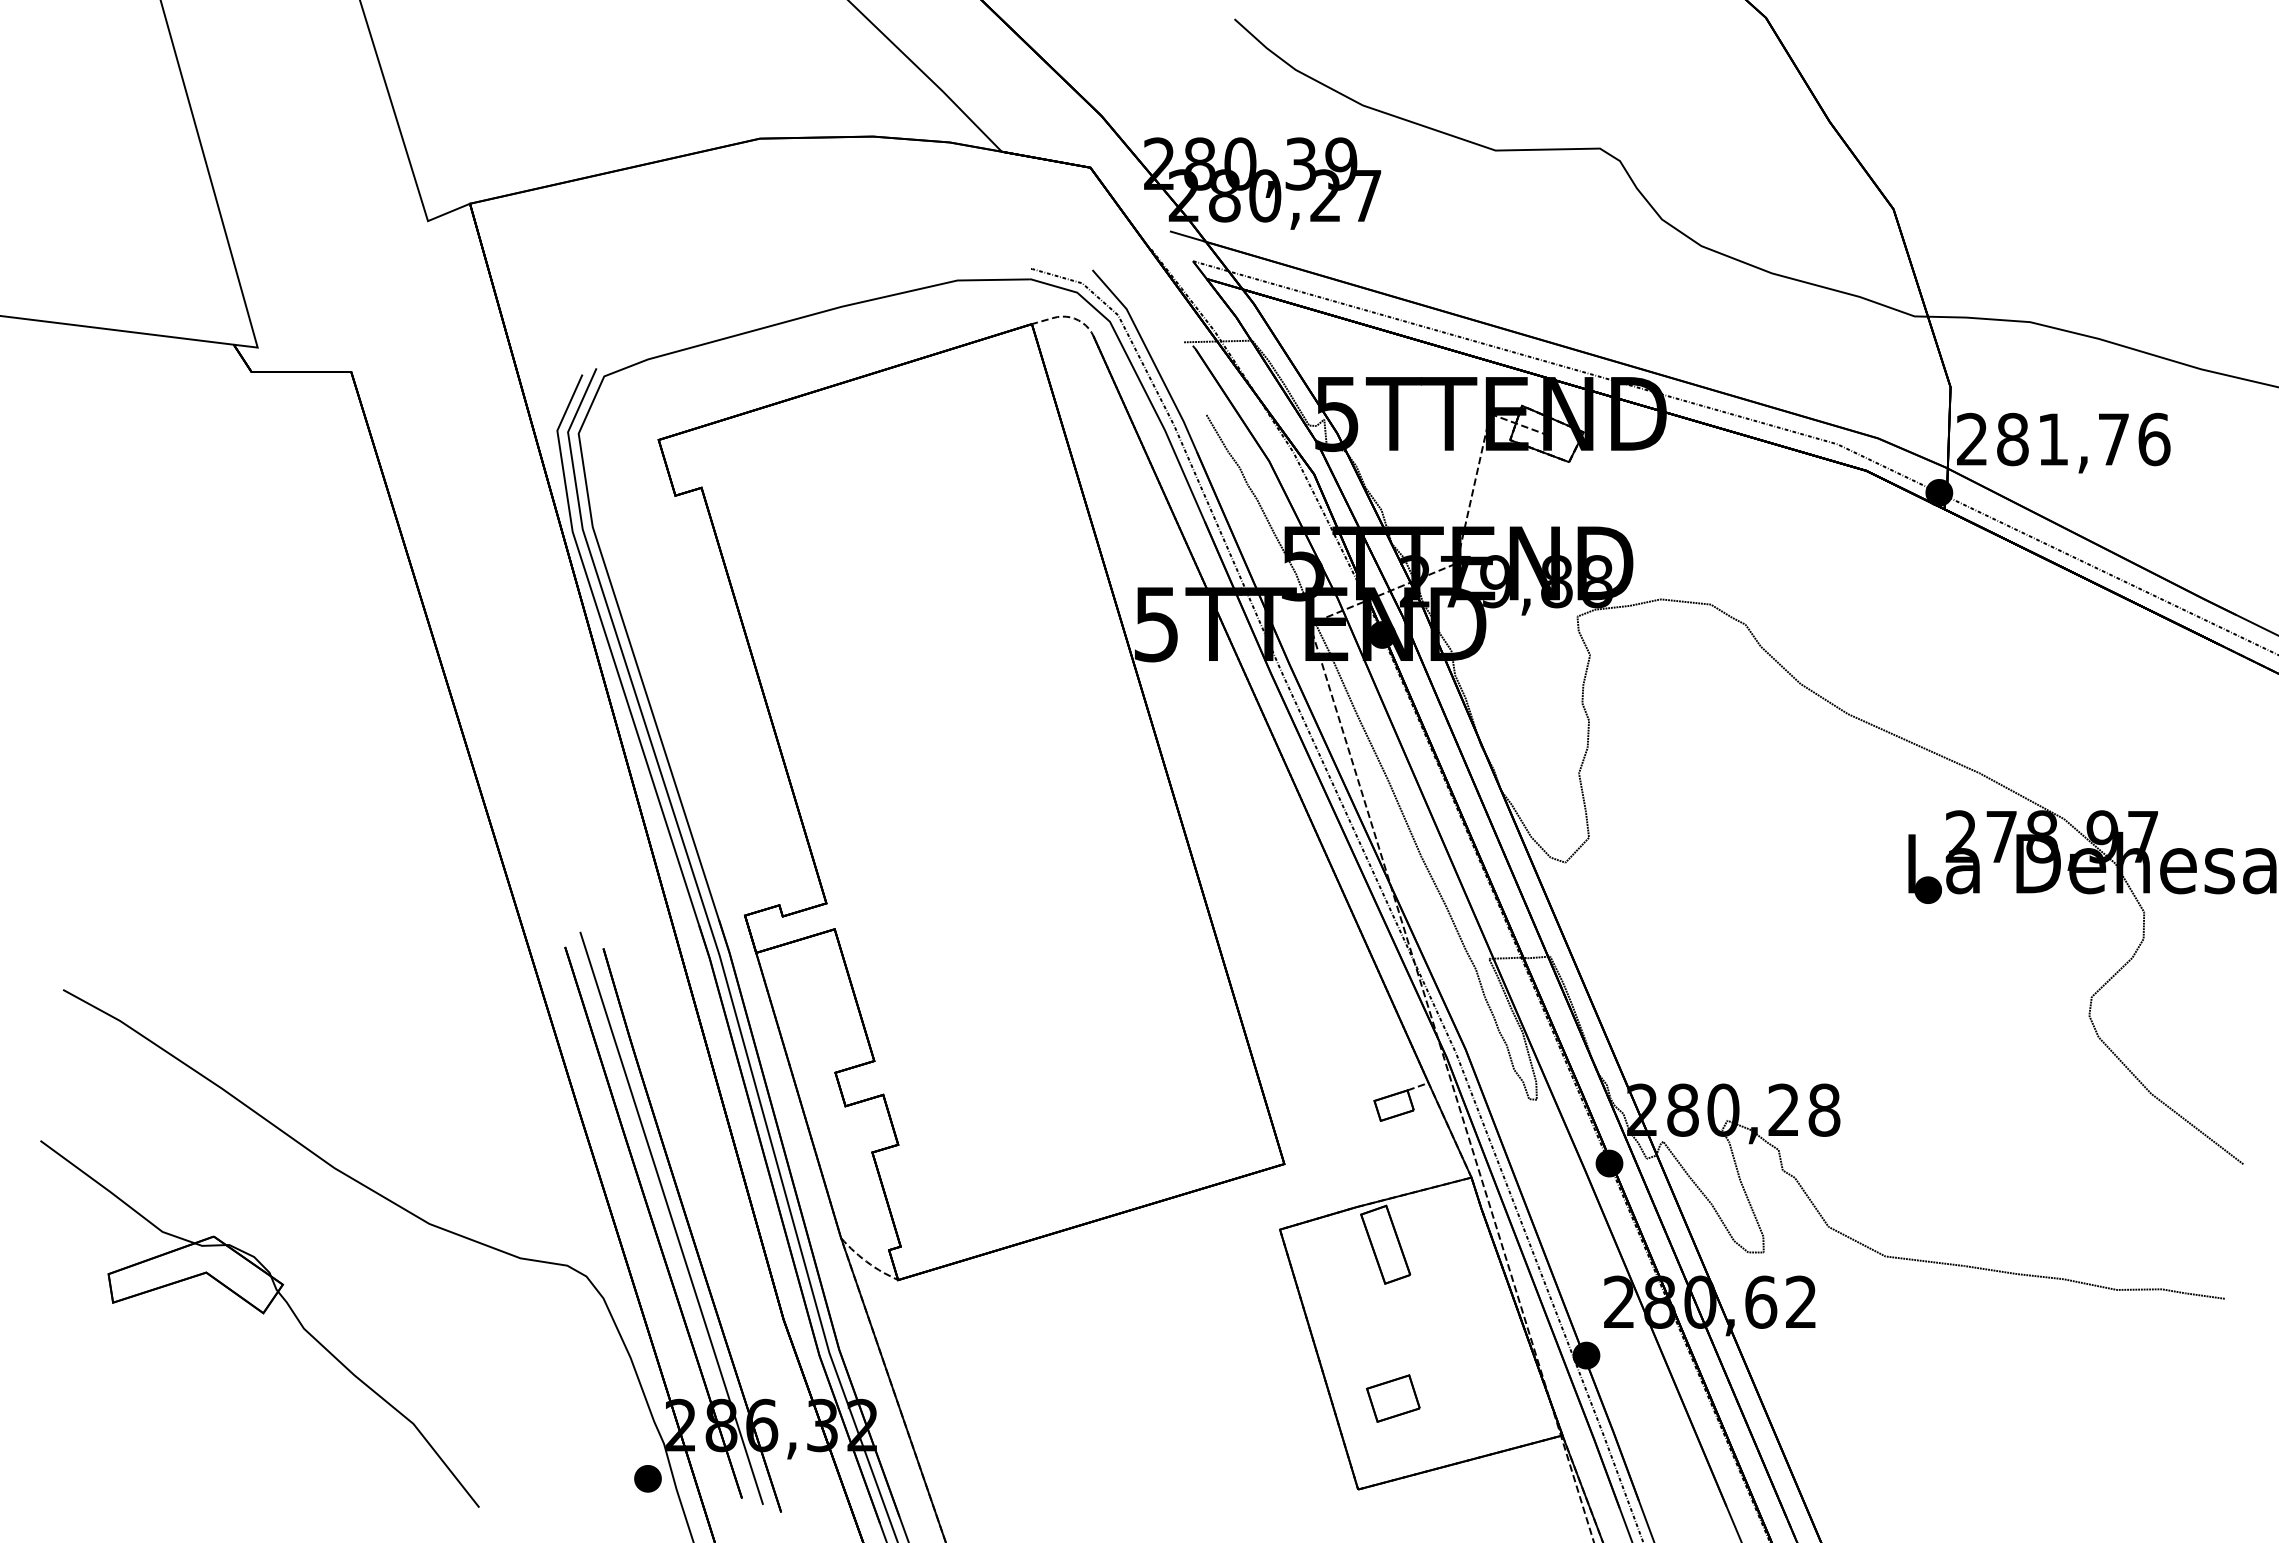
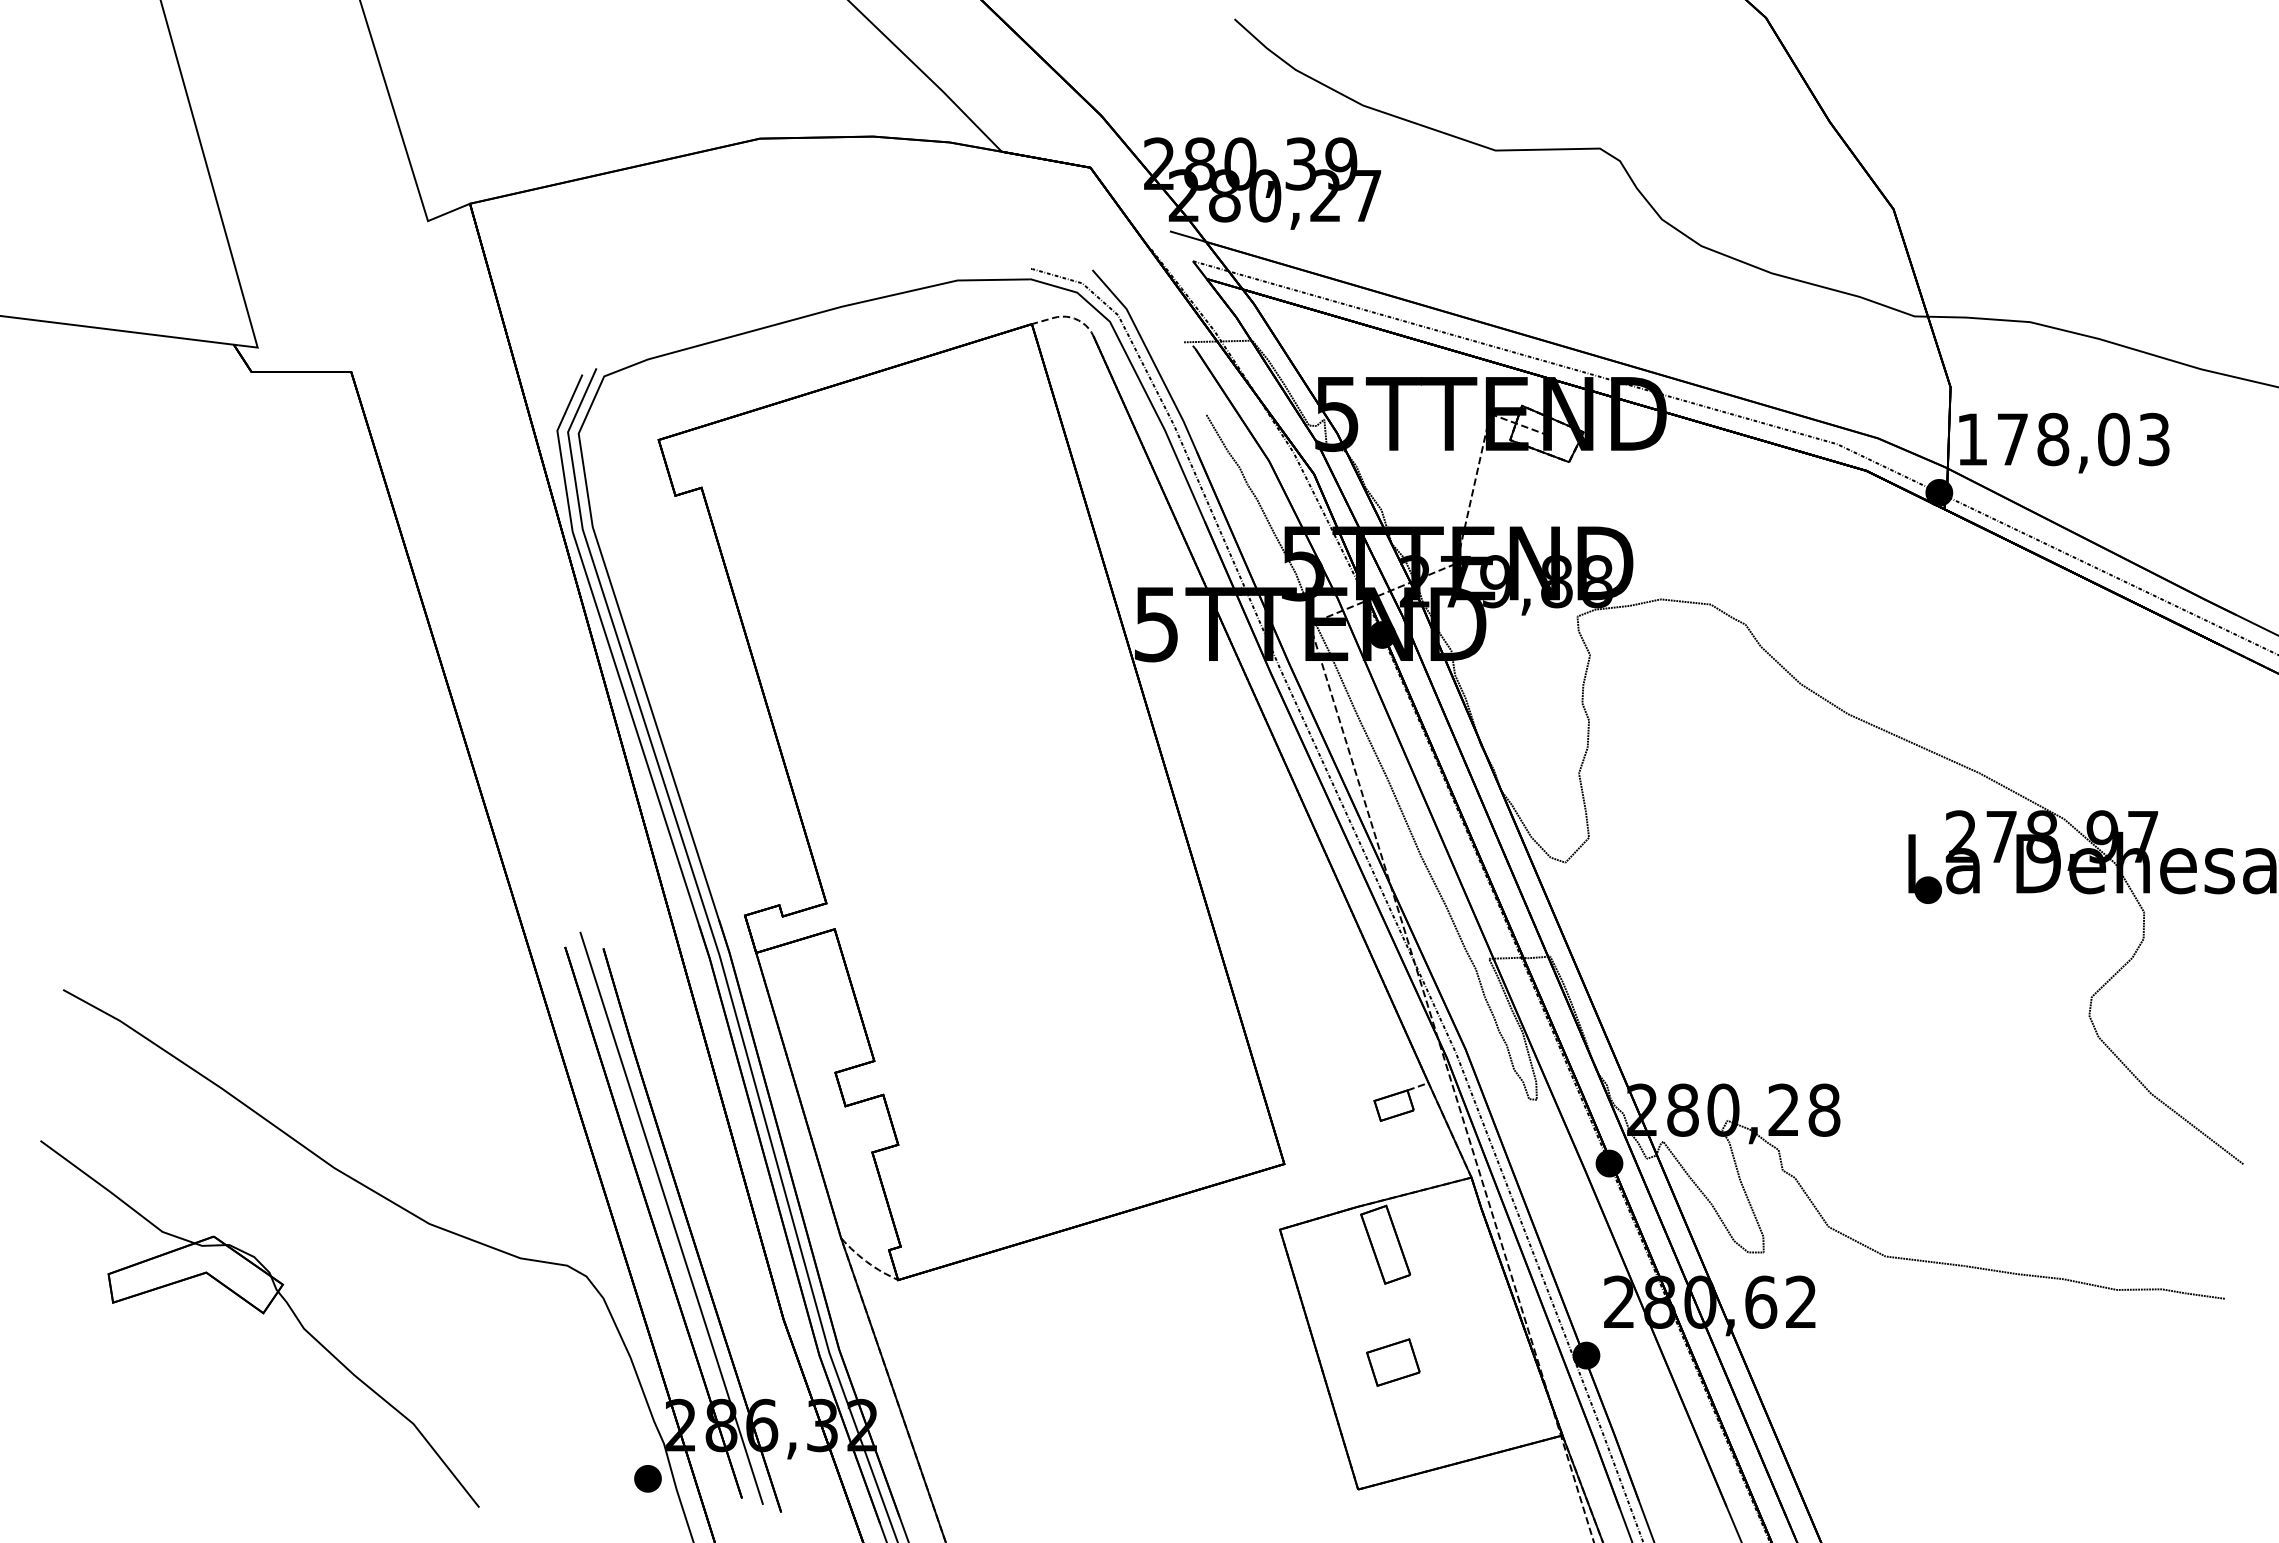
text at (2063, 439): 281,76 -> 178,03
part at (1393, 1398) position: (1393, 1398) -> (1393, 1362)
